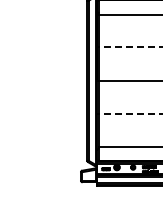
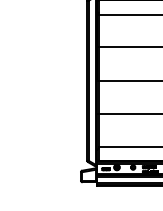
line at (130, 47): dashed -> solid
line at (130, 114): dashed -> solid
